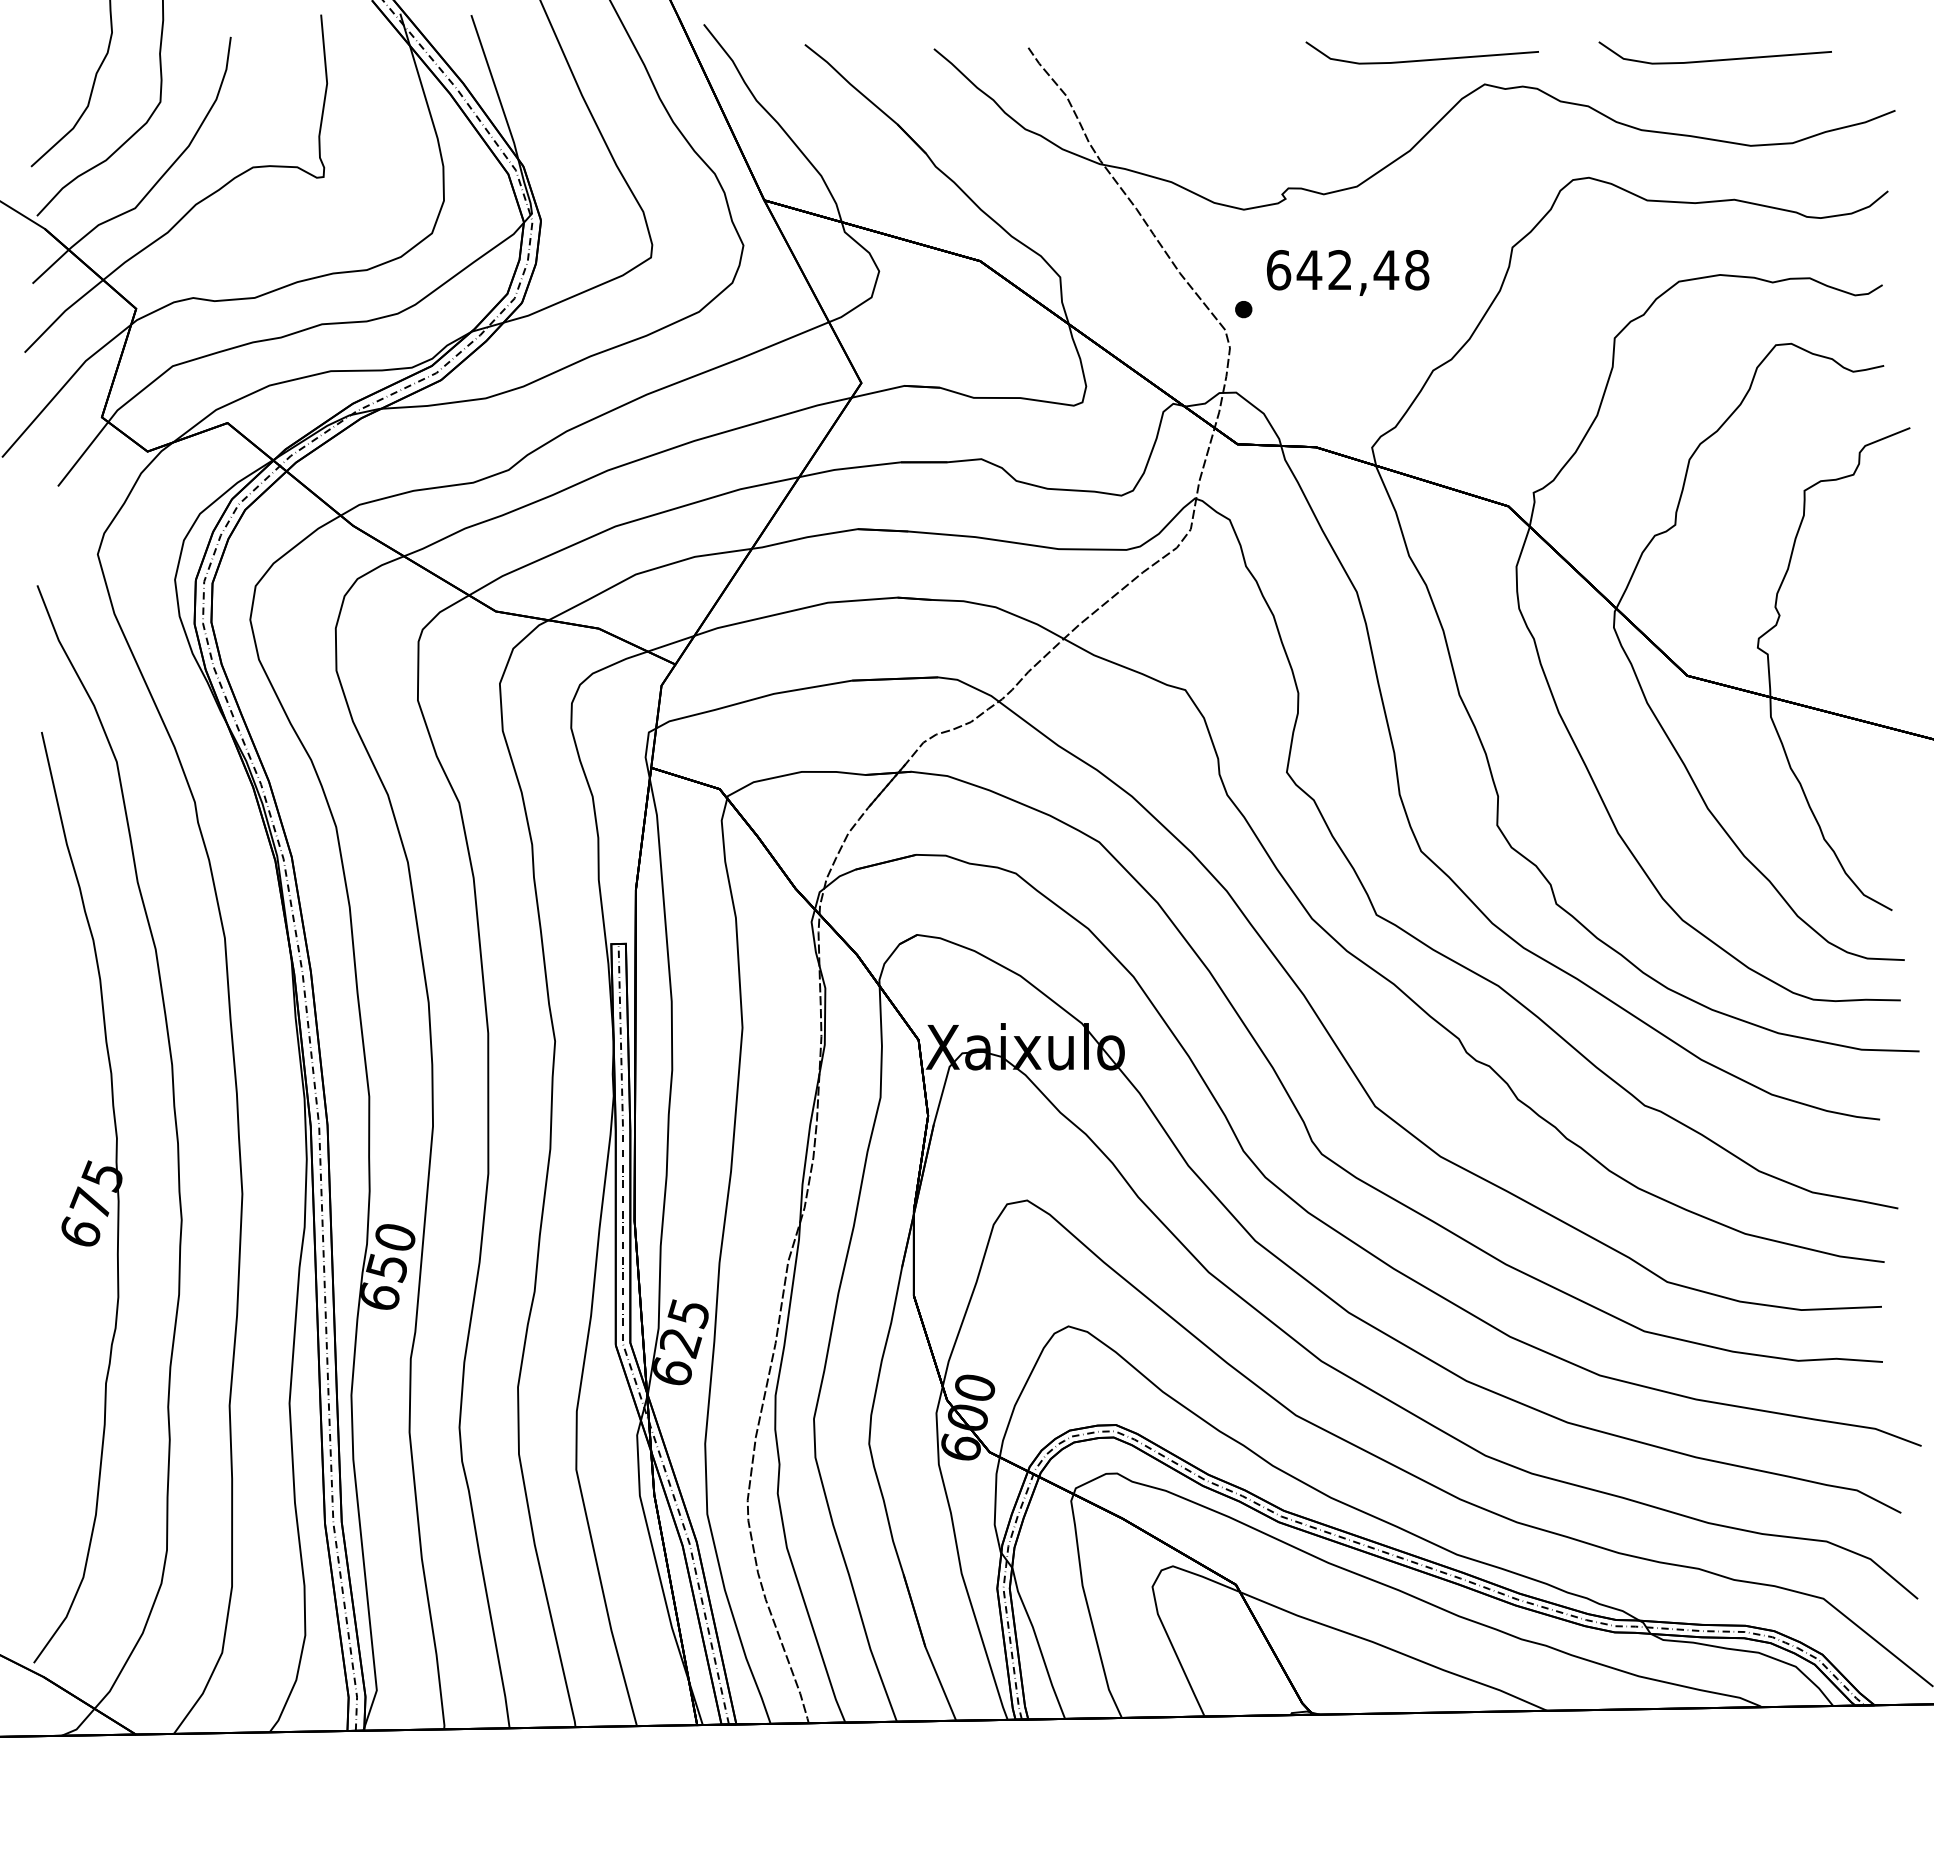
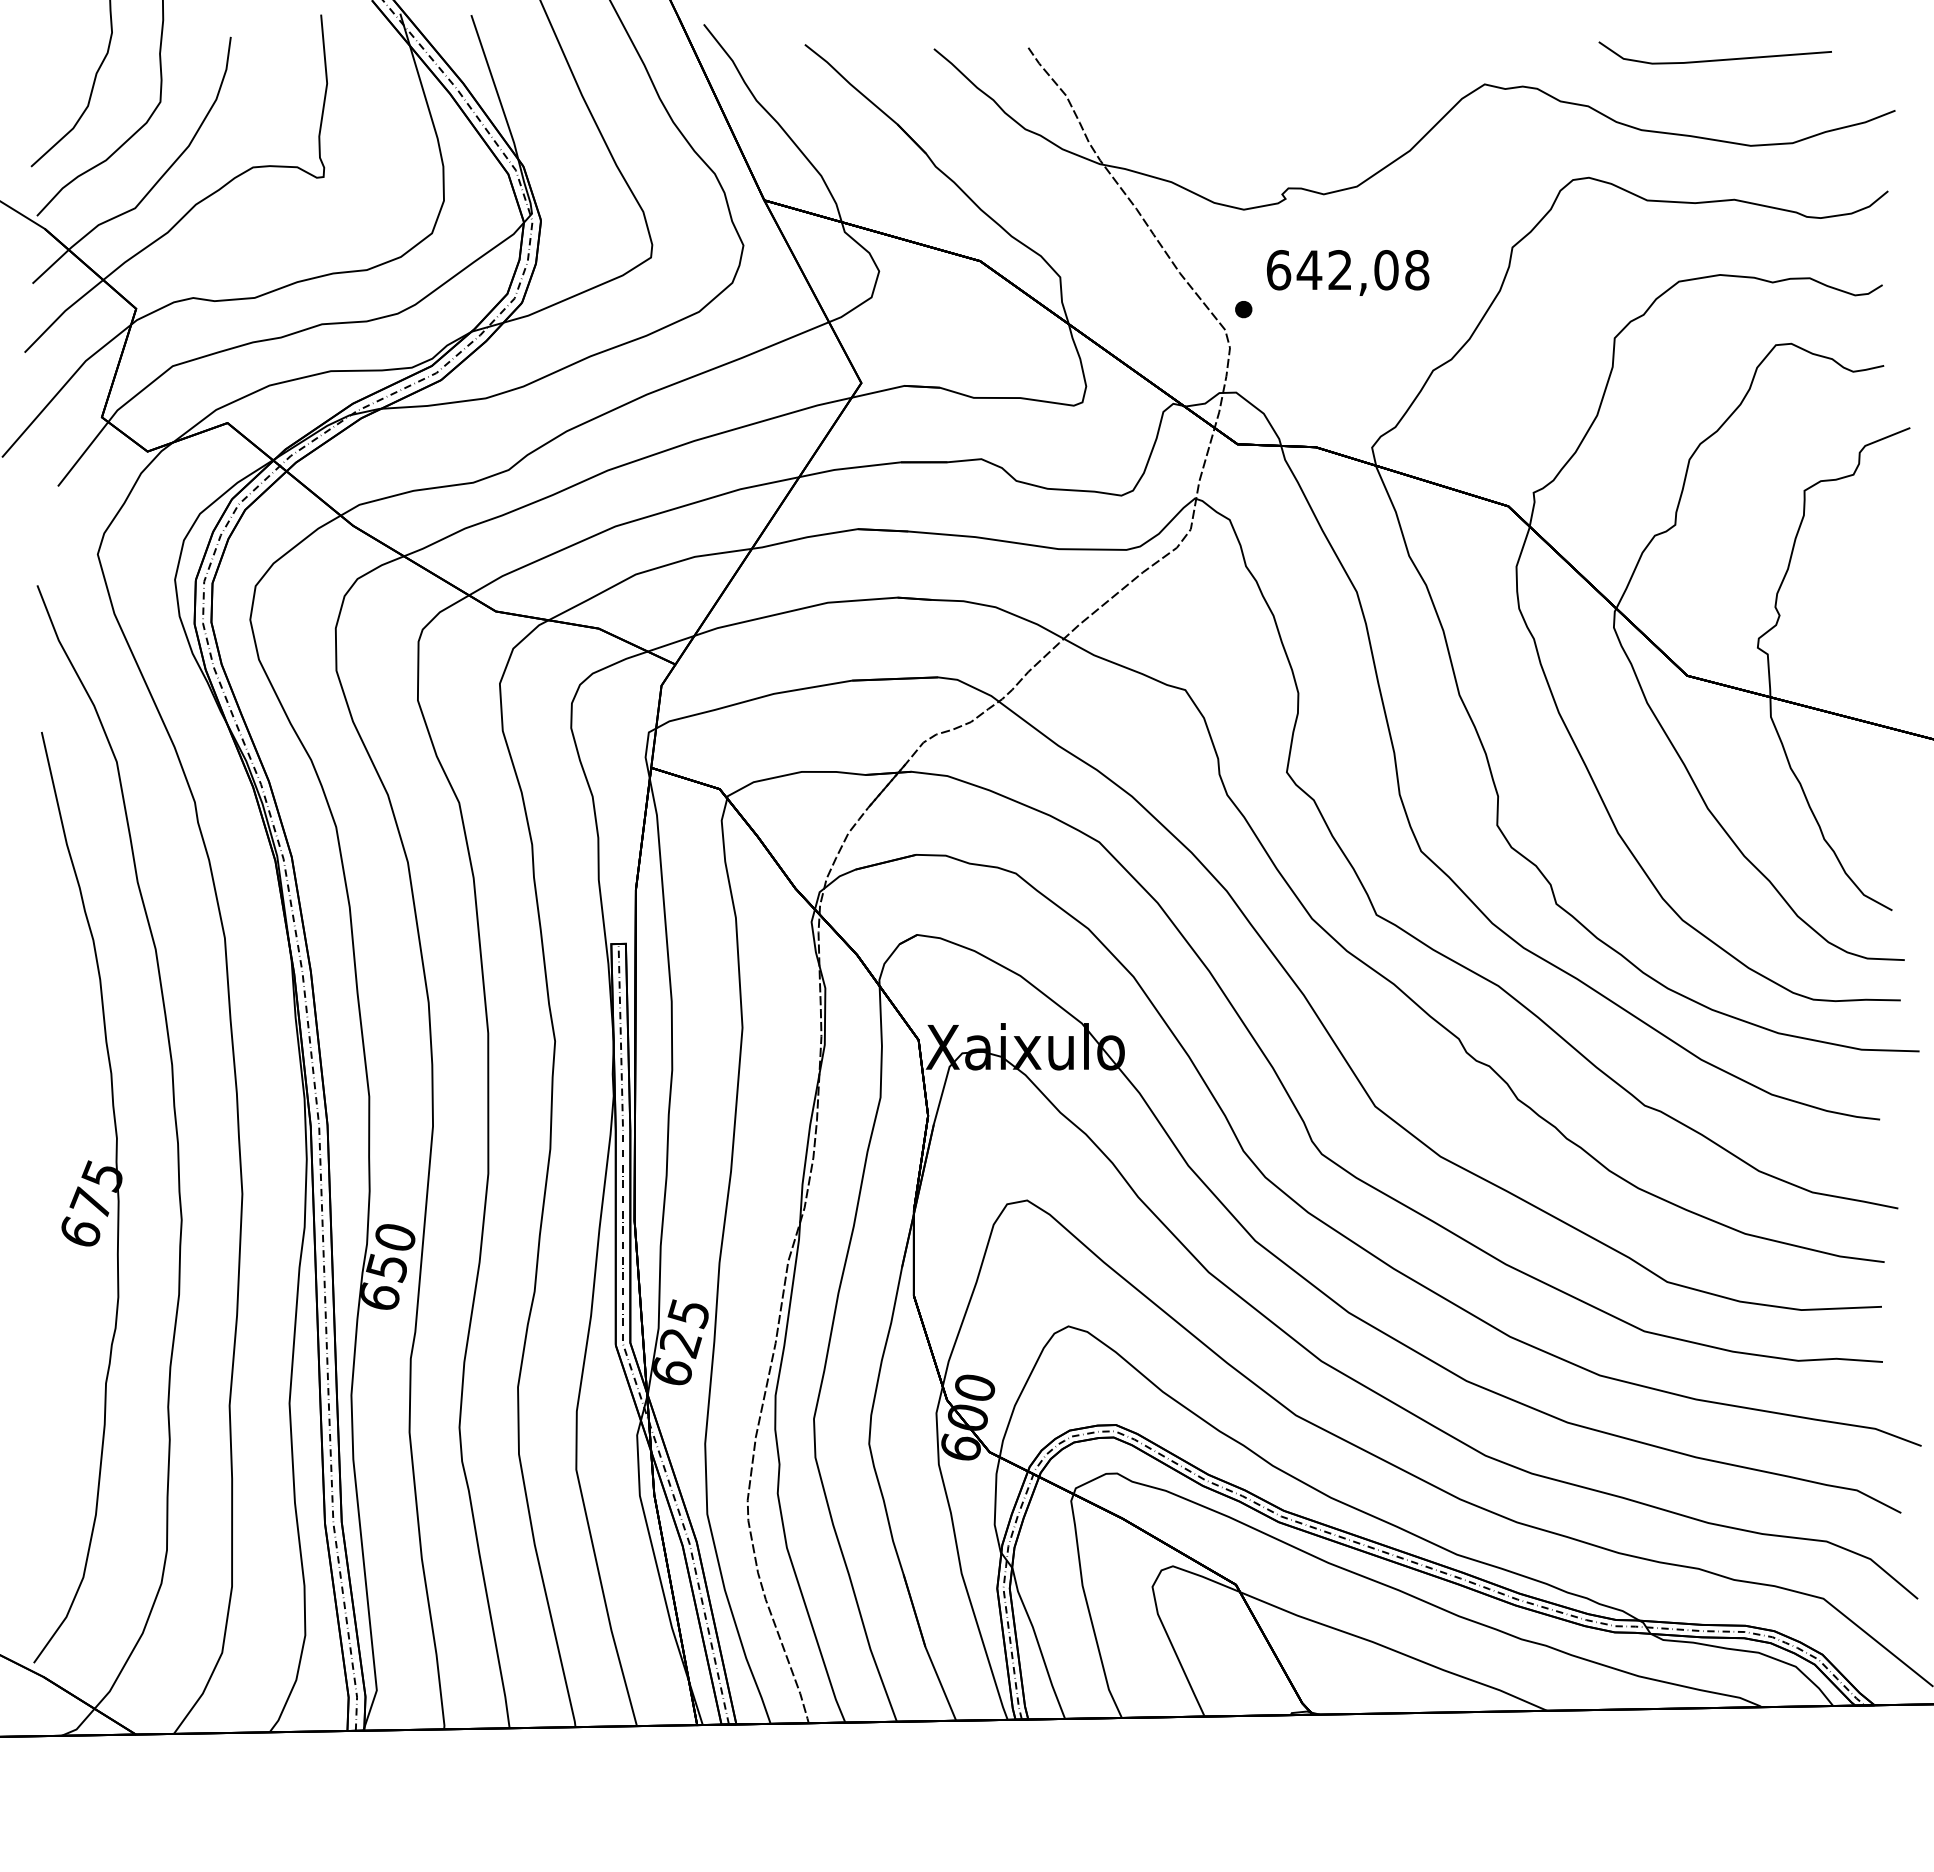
line at (1421, 59): present -> none
text at (1386, 270): 642,48 -> 642,08
